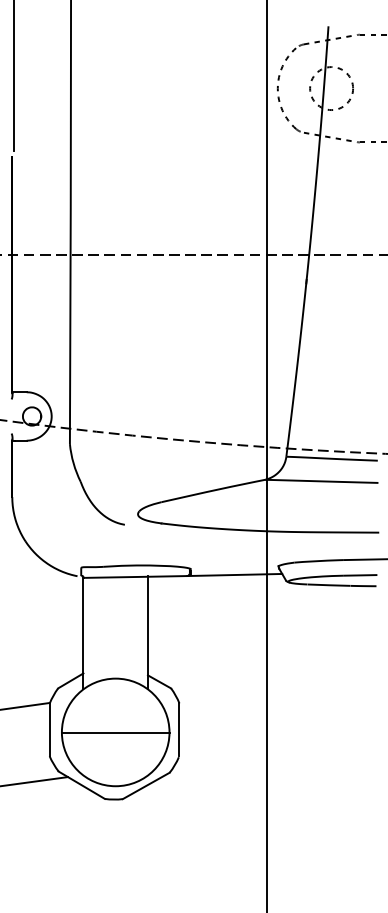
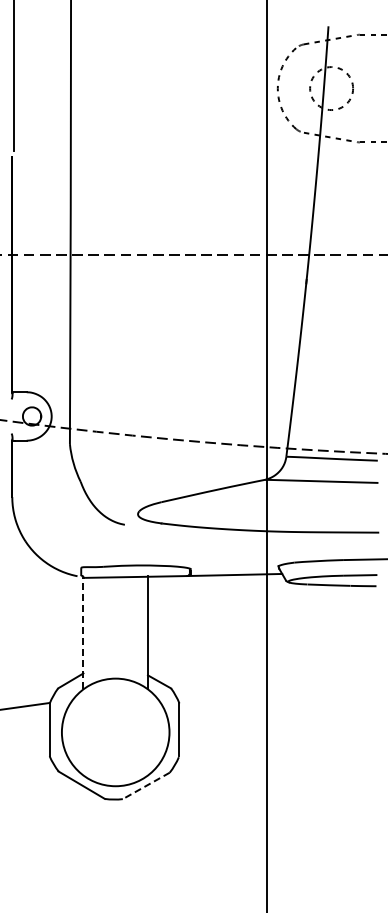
line at (83, 633): solid -> dashed
line at (115, 732): present -> none
line at (35, 781): present -> none
line at (146, 785): solid -> dashed
